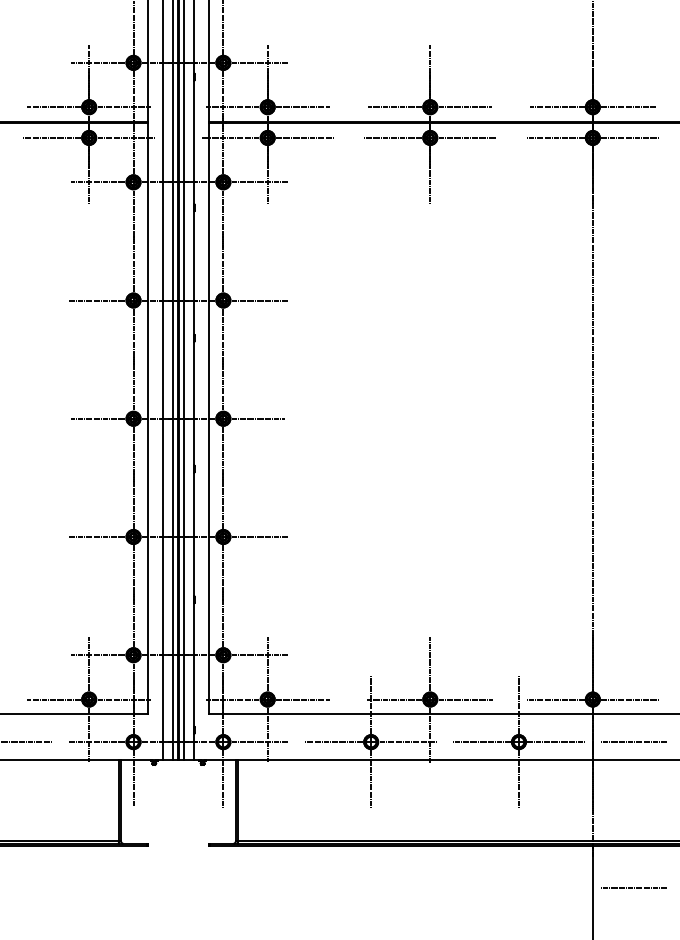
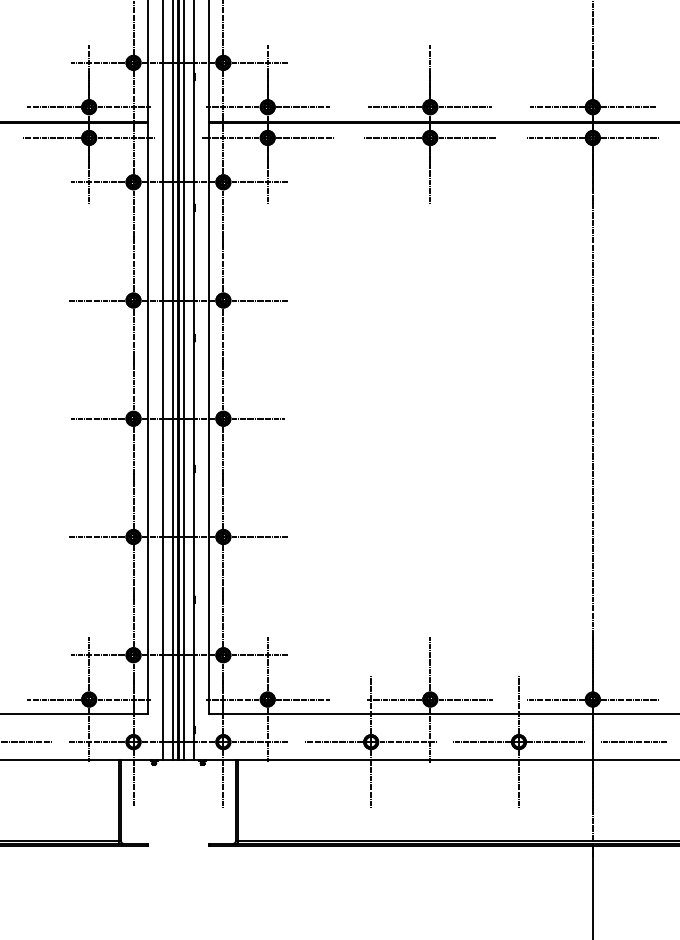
line at (632, 887): present -> none
